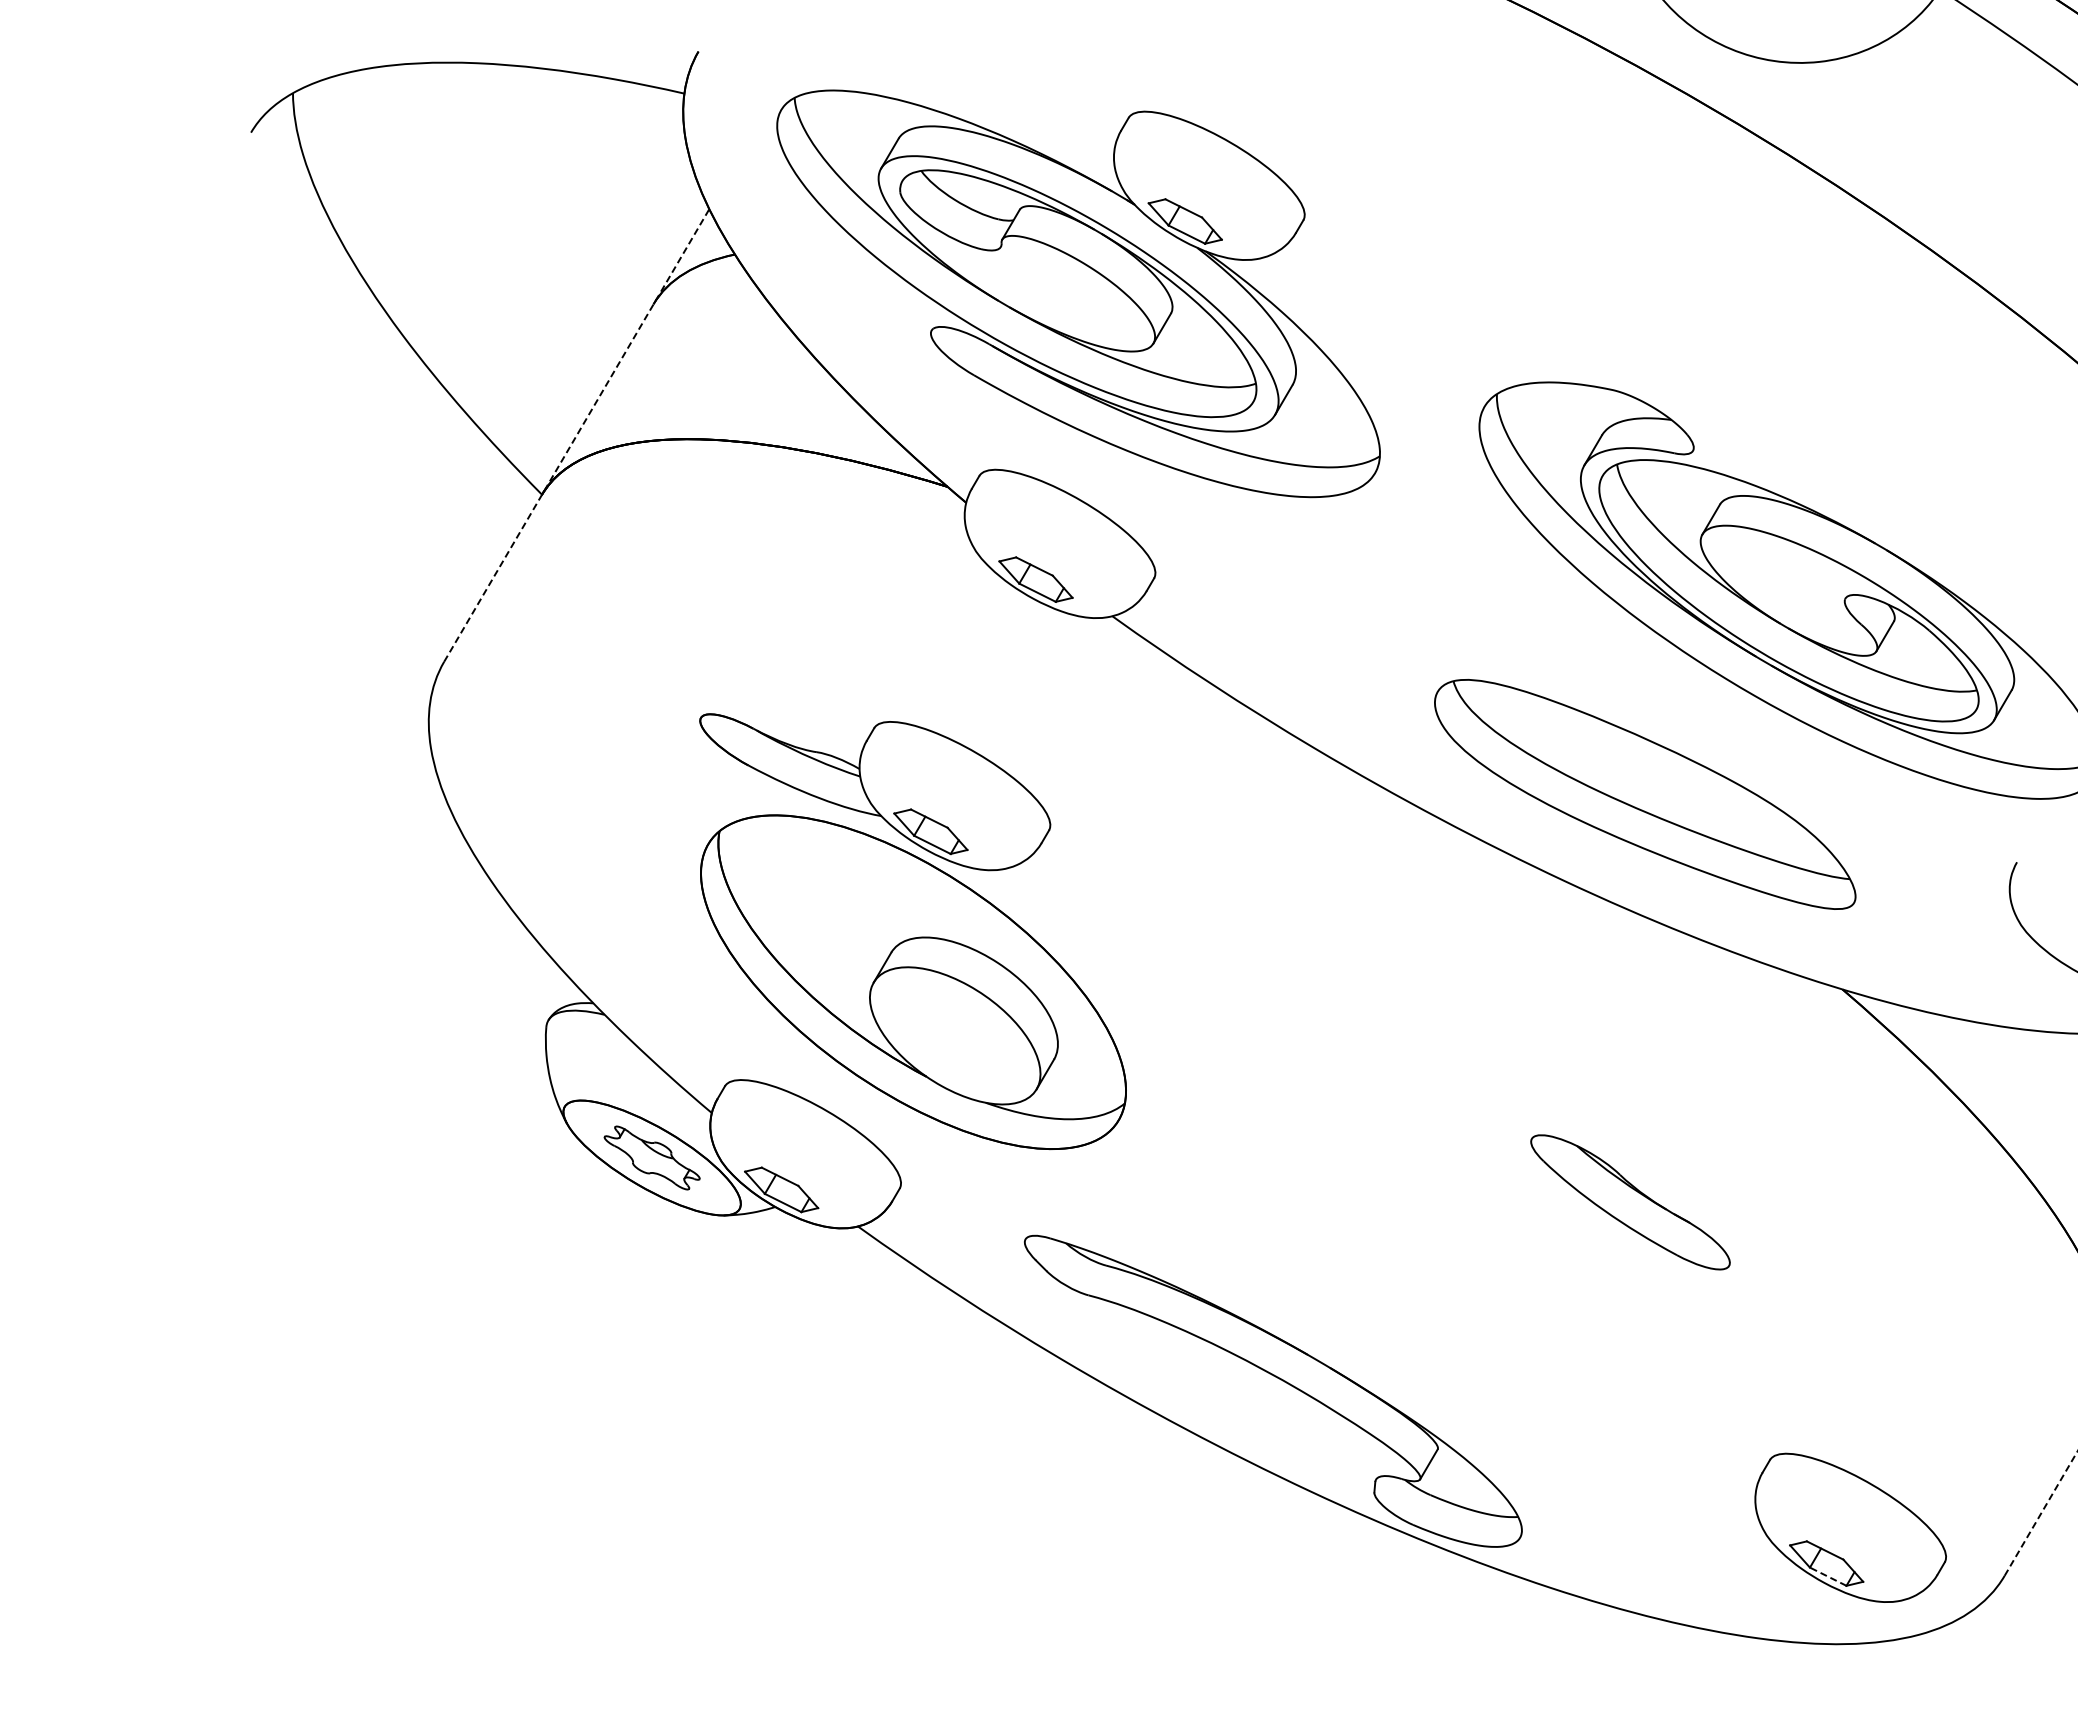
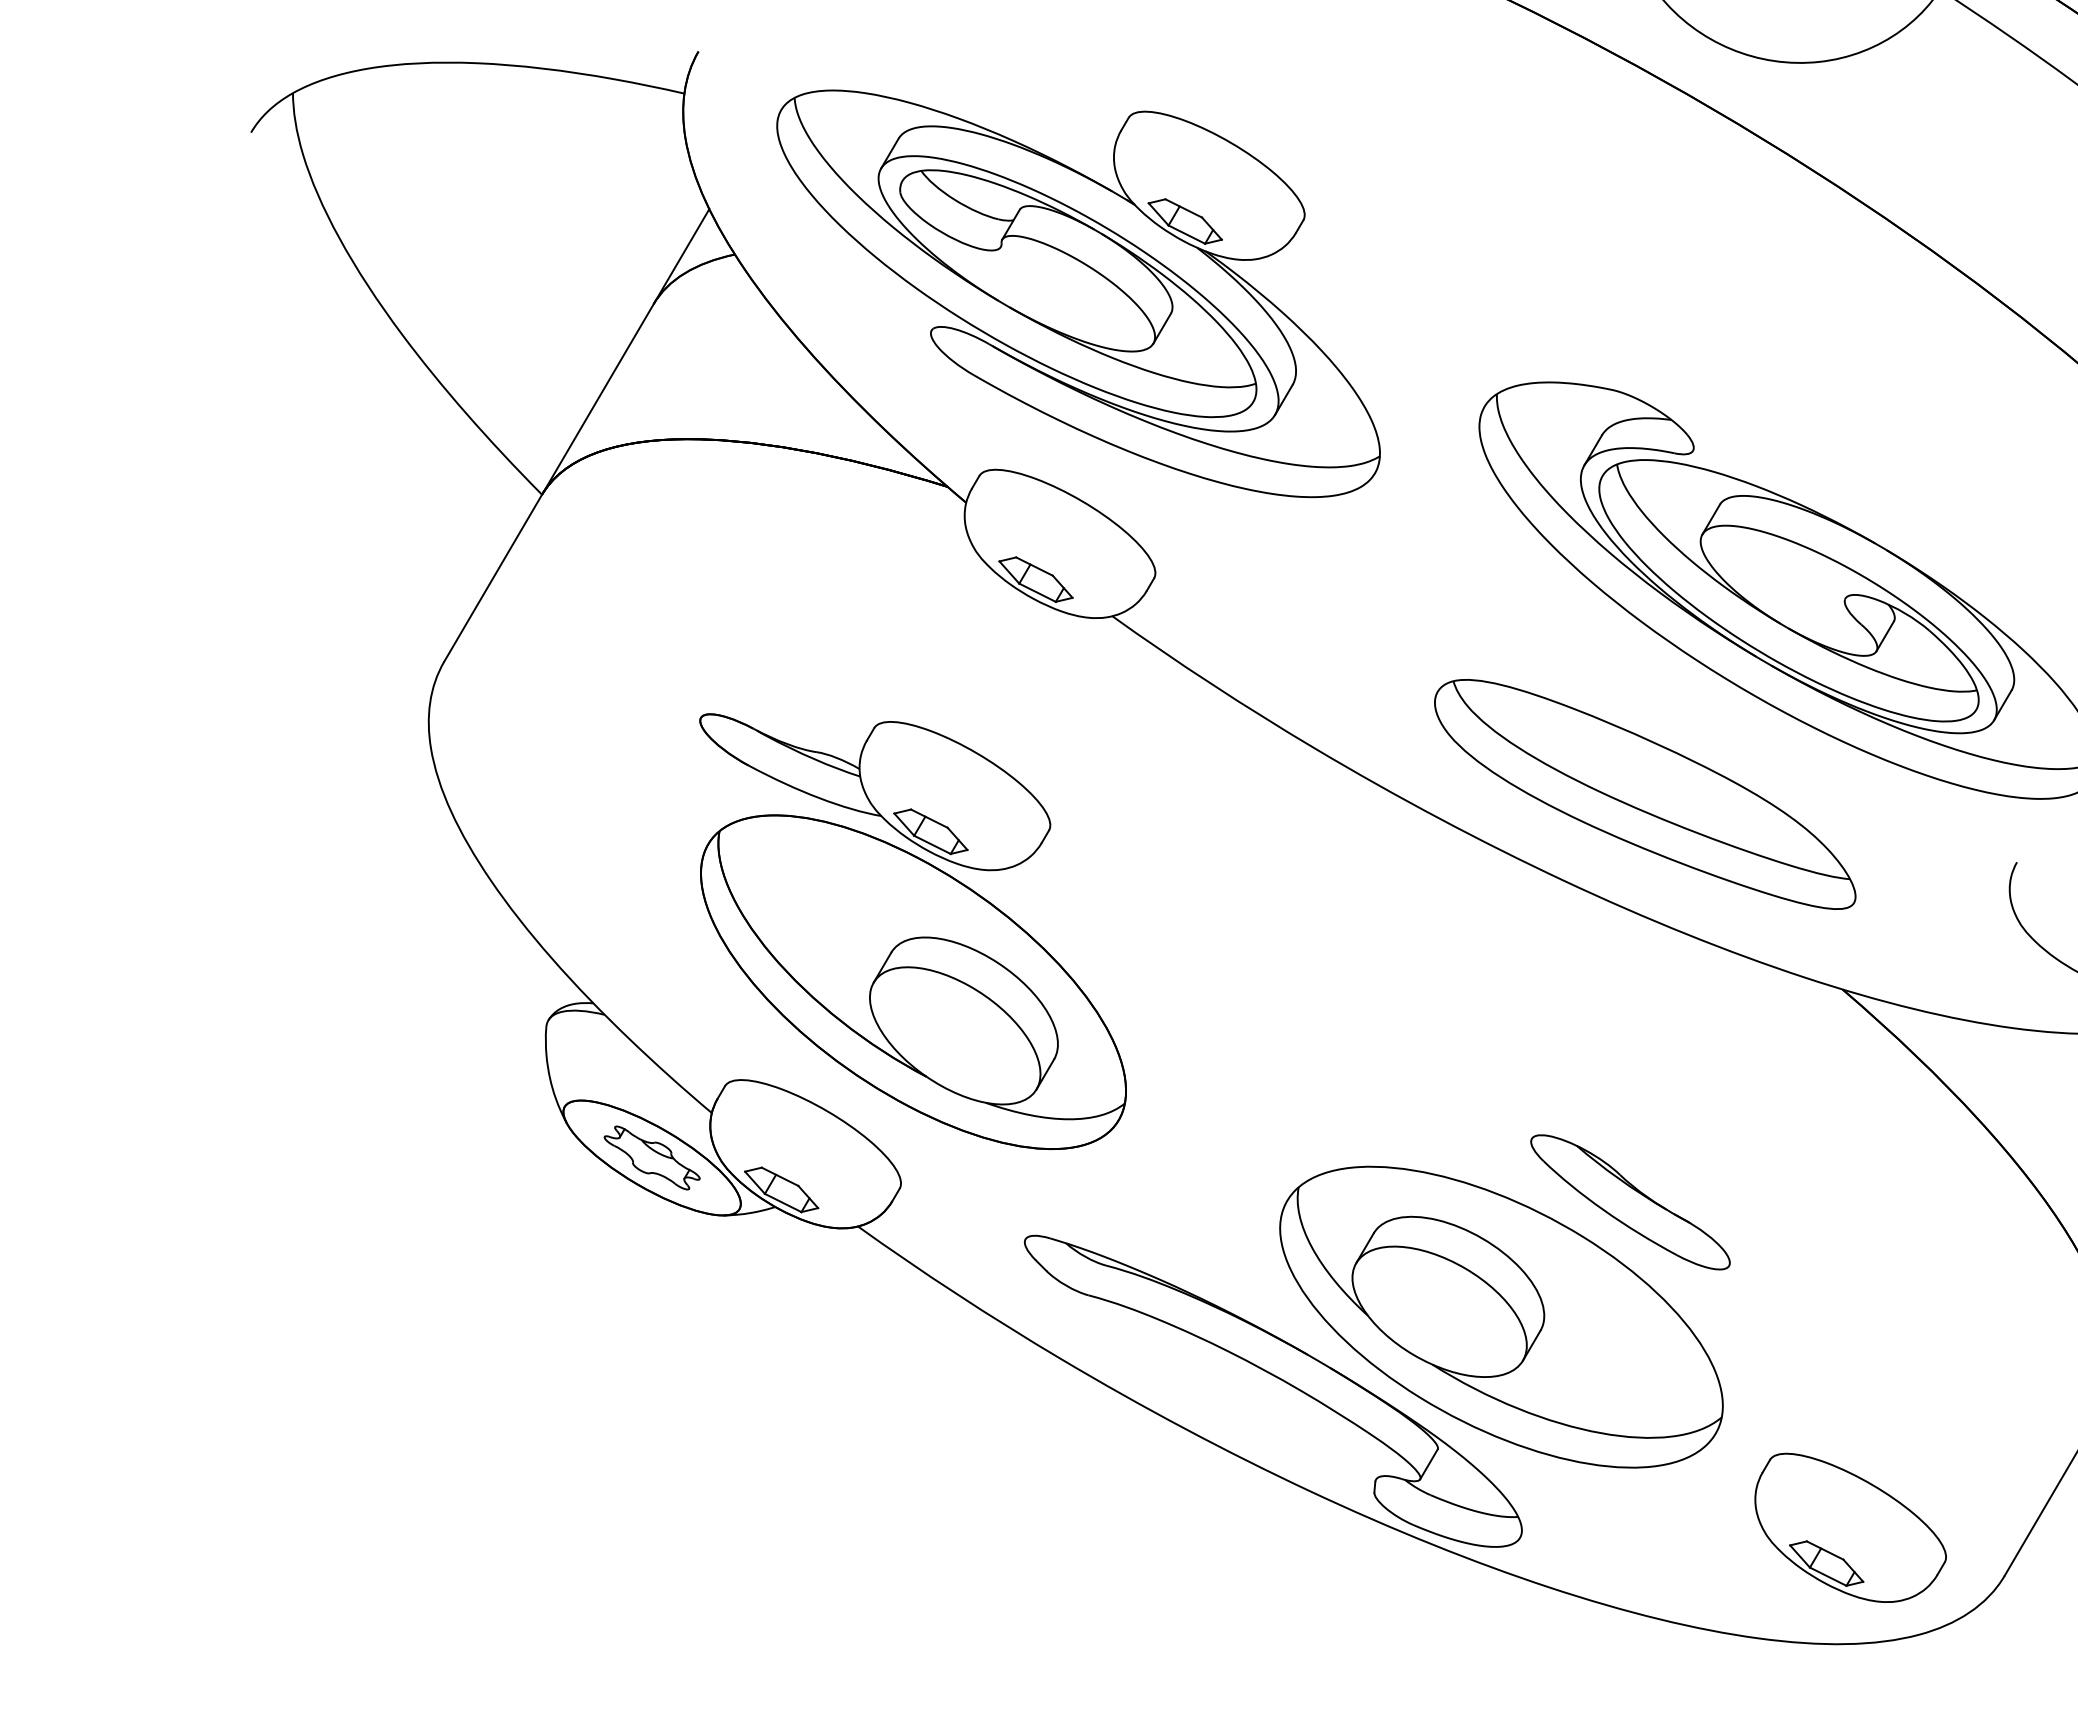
line at (577, 435): dashed -> solid
part at (1501, 1316): none -> present
line at (2041, 1512): dashed -> solid
line at (1827, 1576): dashed -> solid
